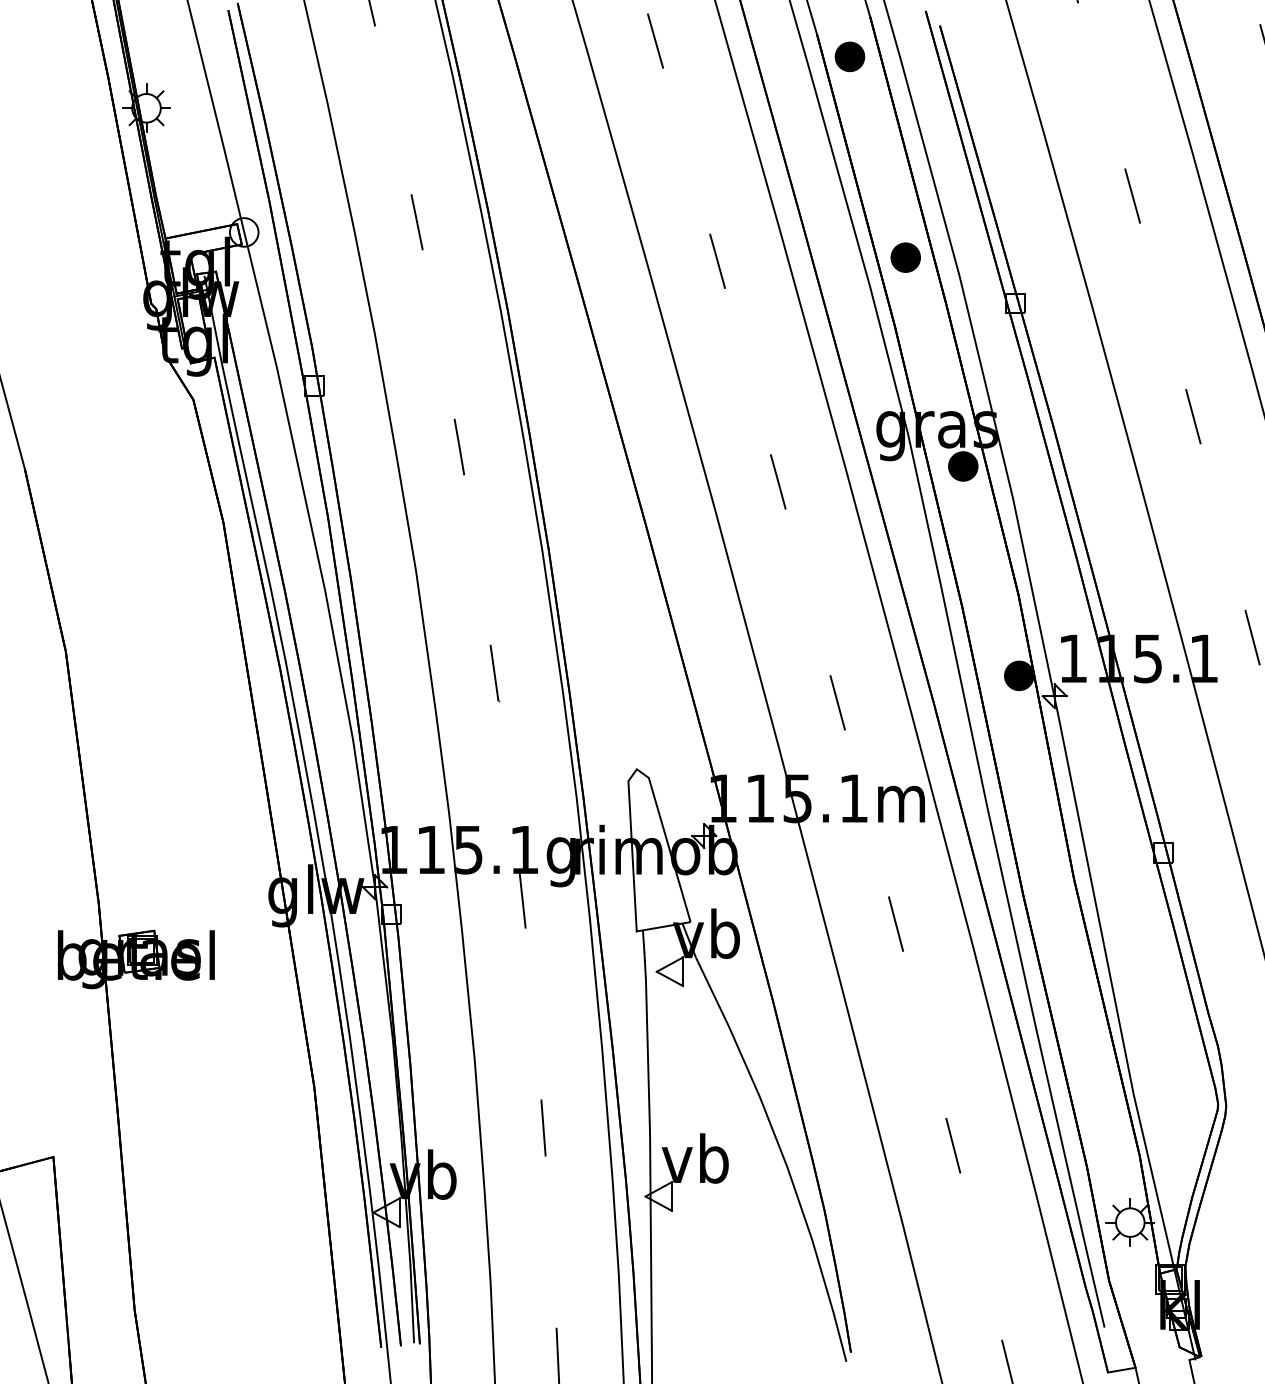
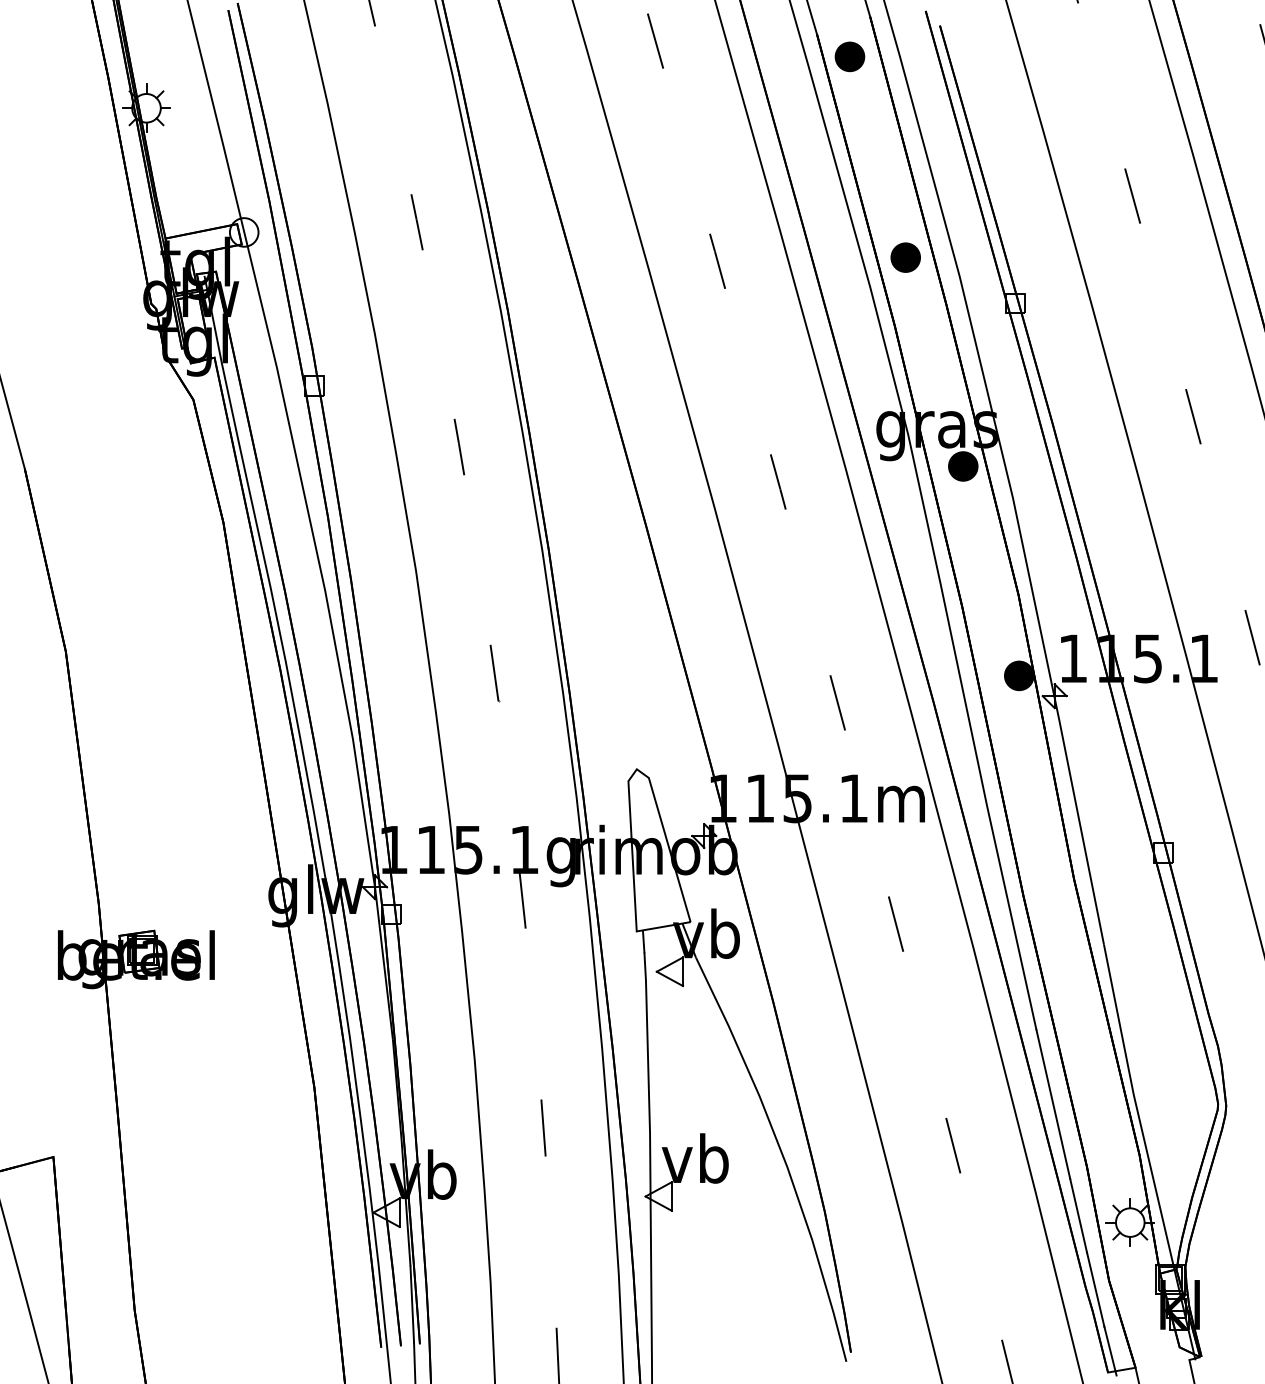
line at (1110, 1350): none -> present
line at (414, 1361): none -> present
